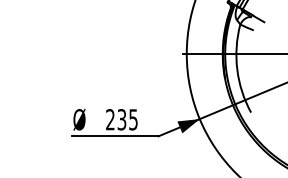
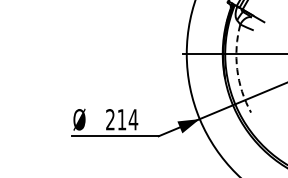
arc at (237, 69): solid -> dashed
text at (127, 119): 235 -> 214
